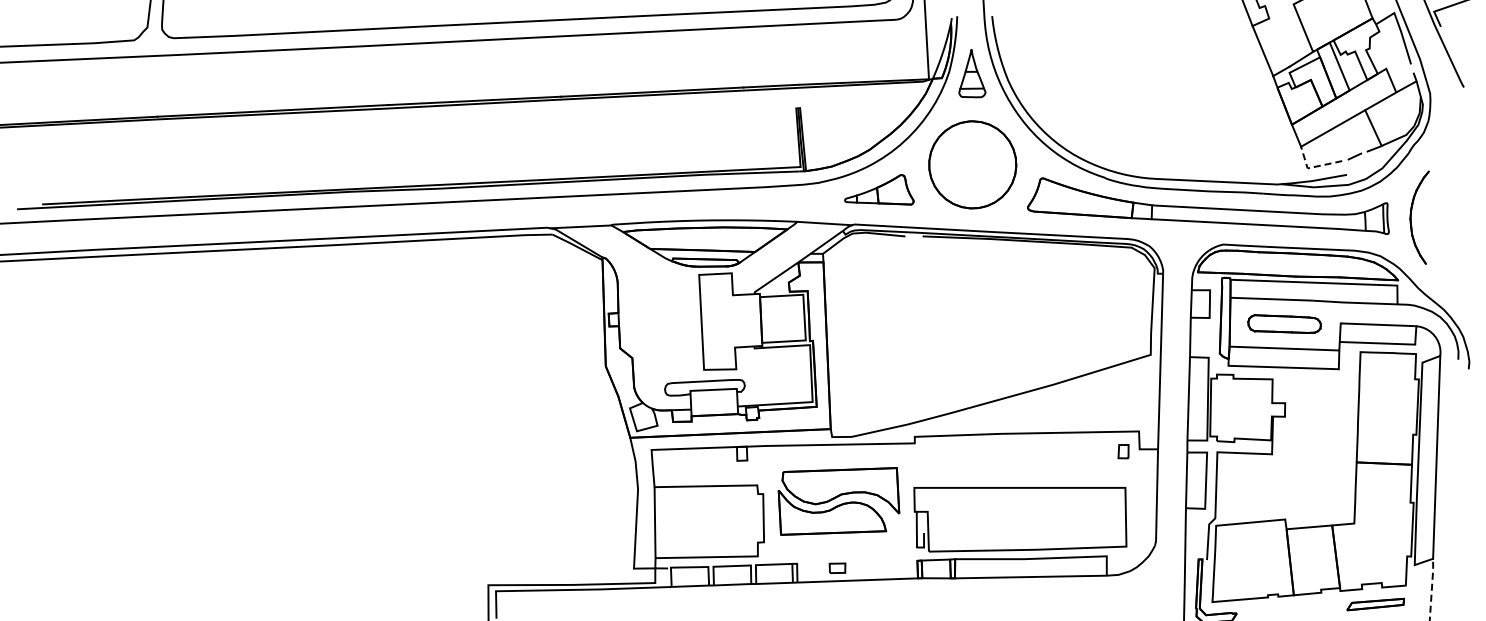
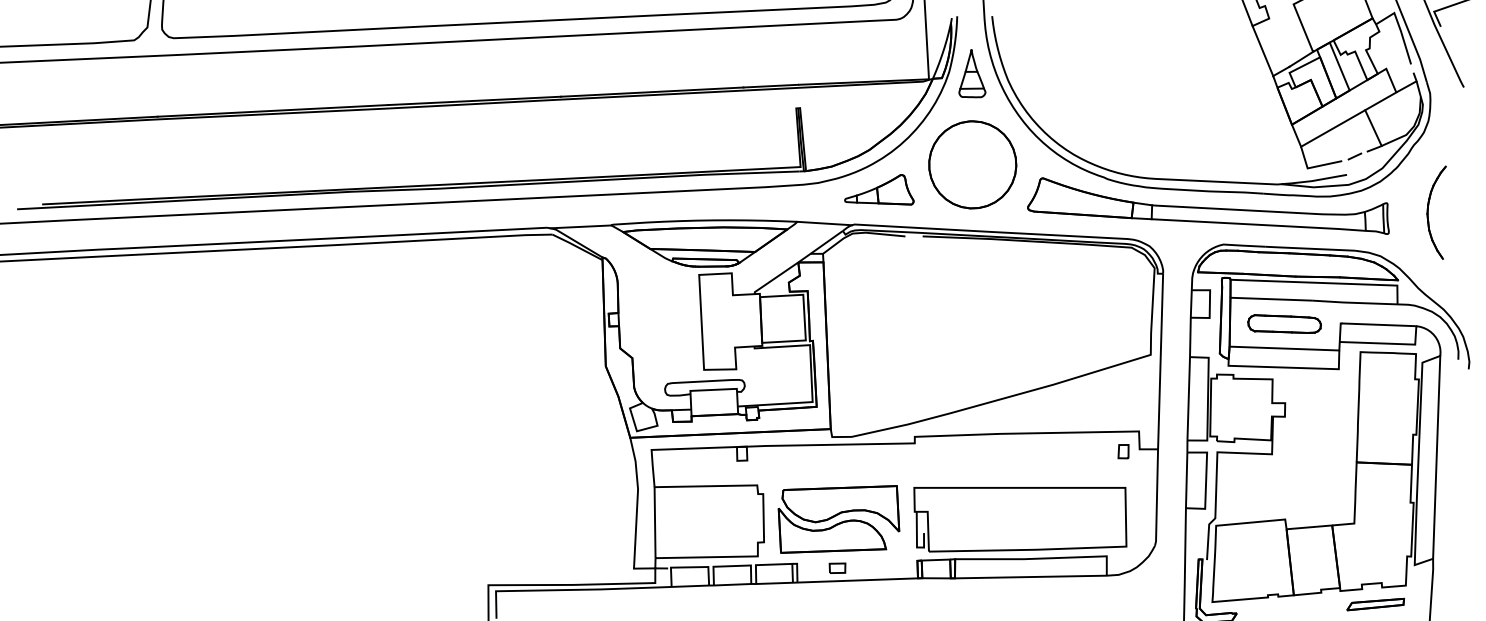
line at (1313, 167): dashed -> solid
part at (1411, 217) position: (1411, 217) -> (1428, 212)
part at (838, 501) position: (838, 501) -> (838, 519)
line at (1431, 589): dashed -> solid
